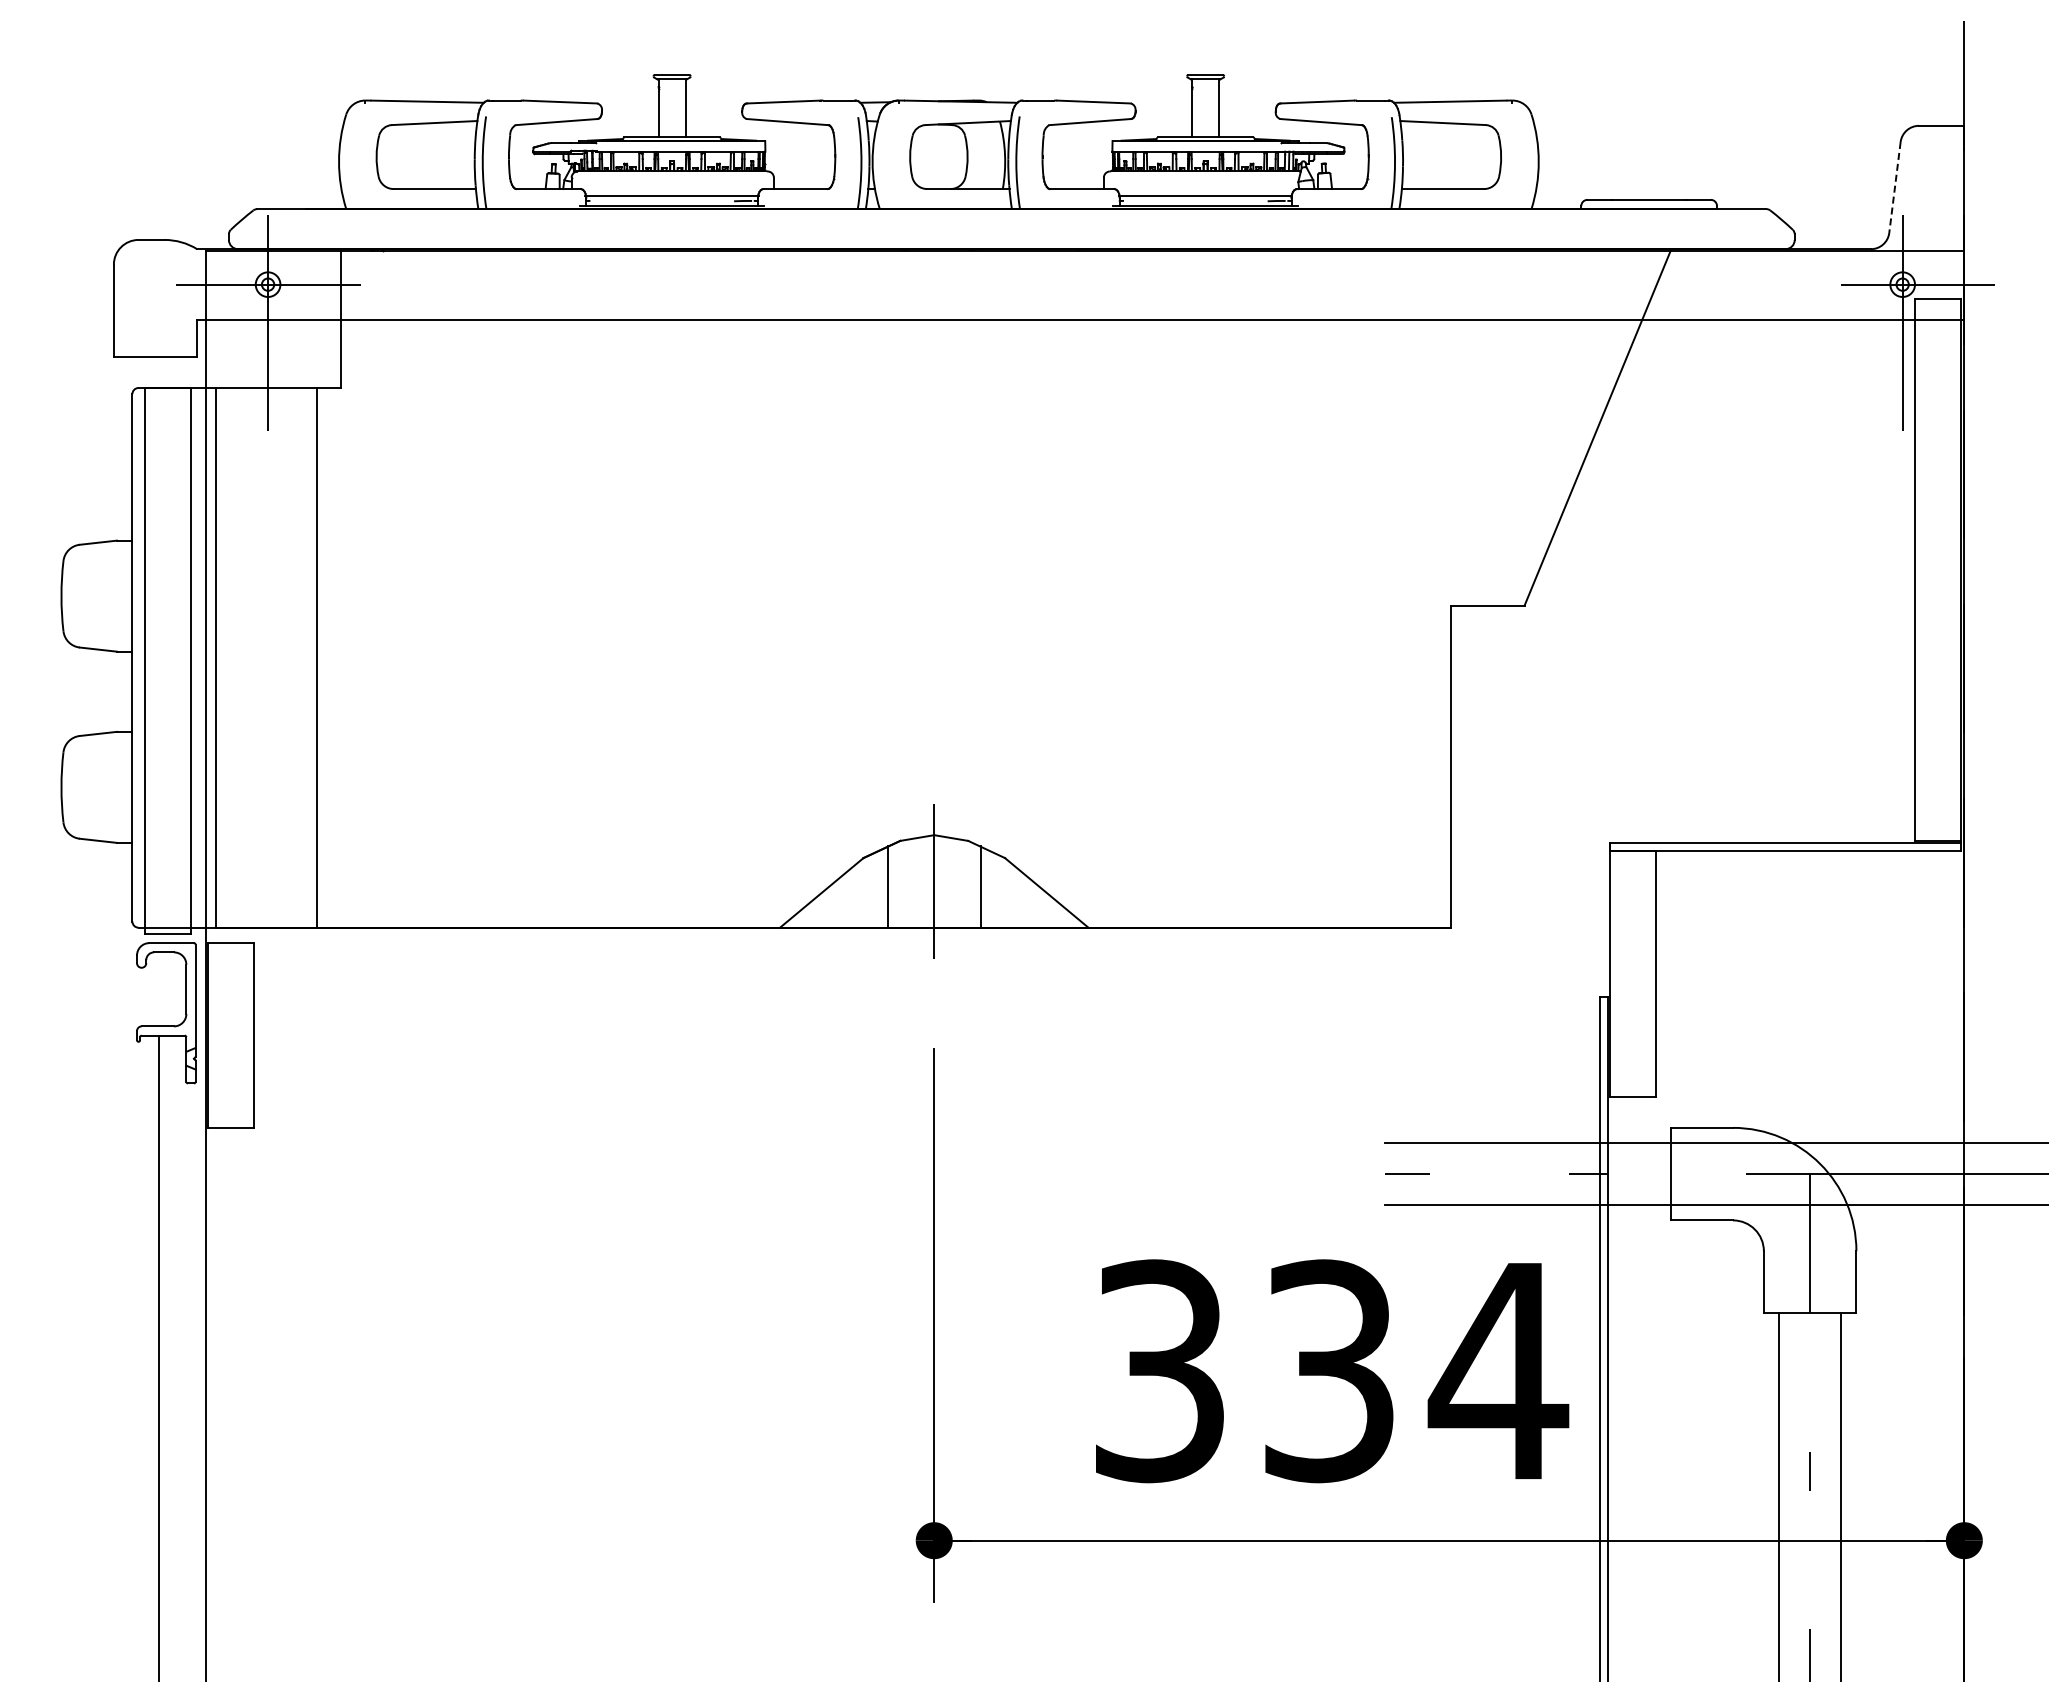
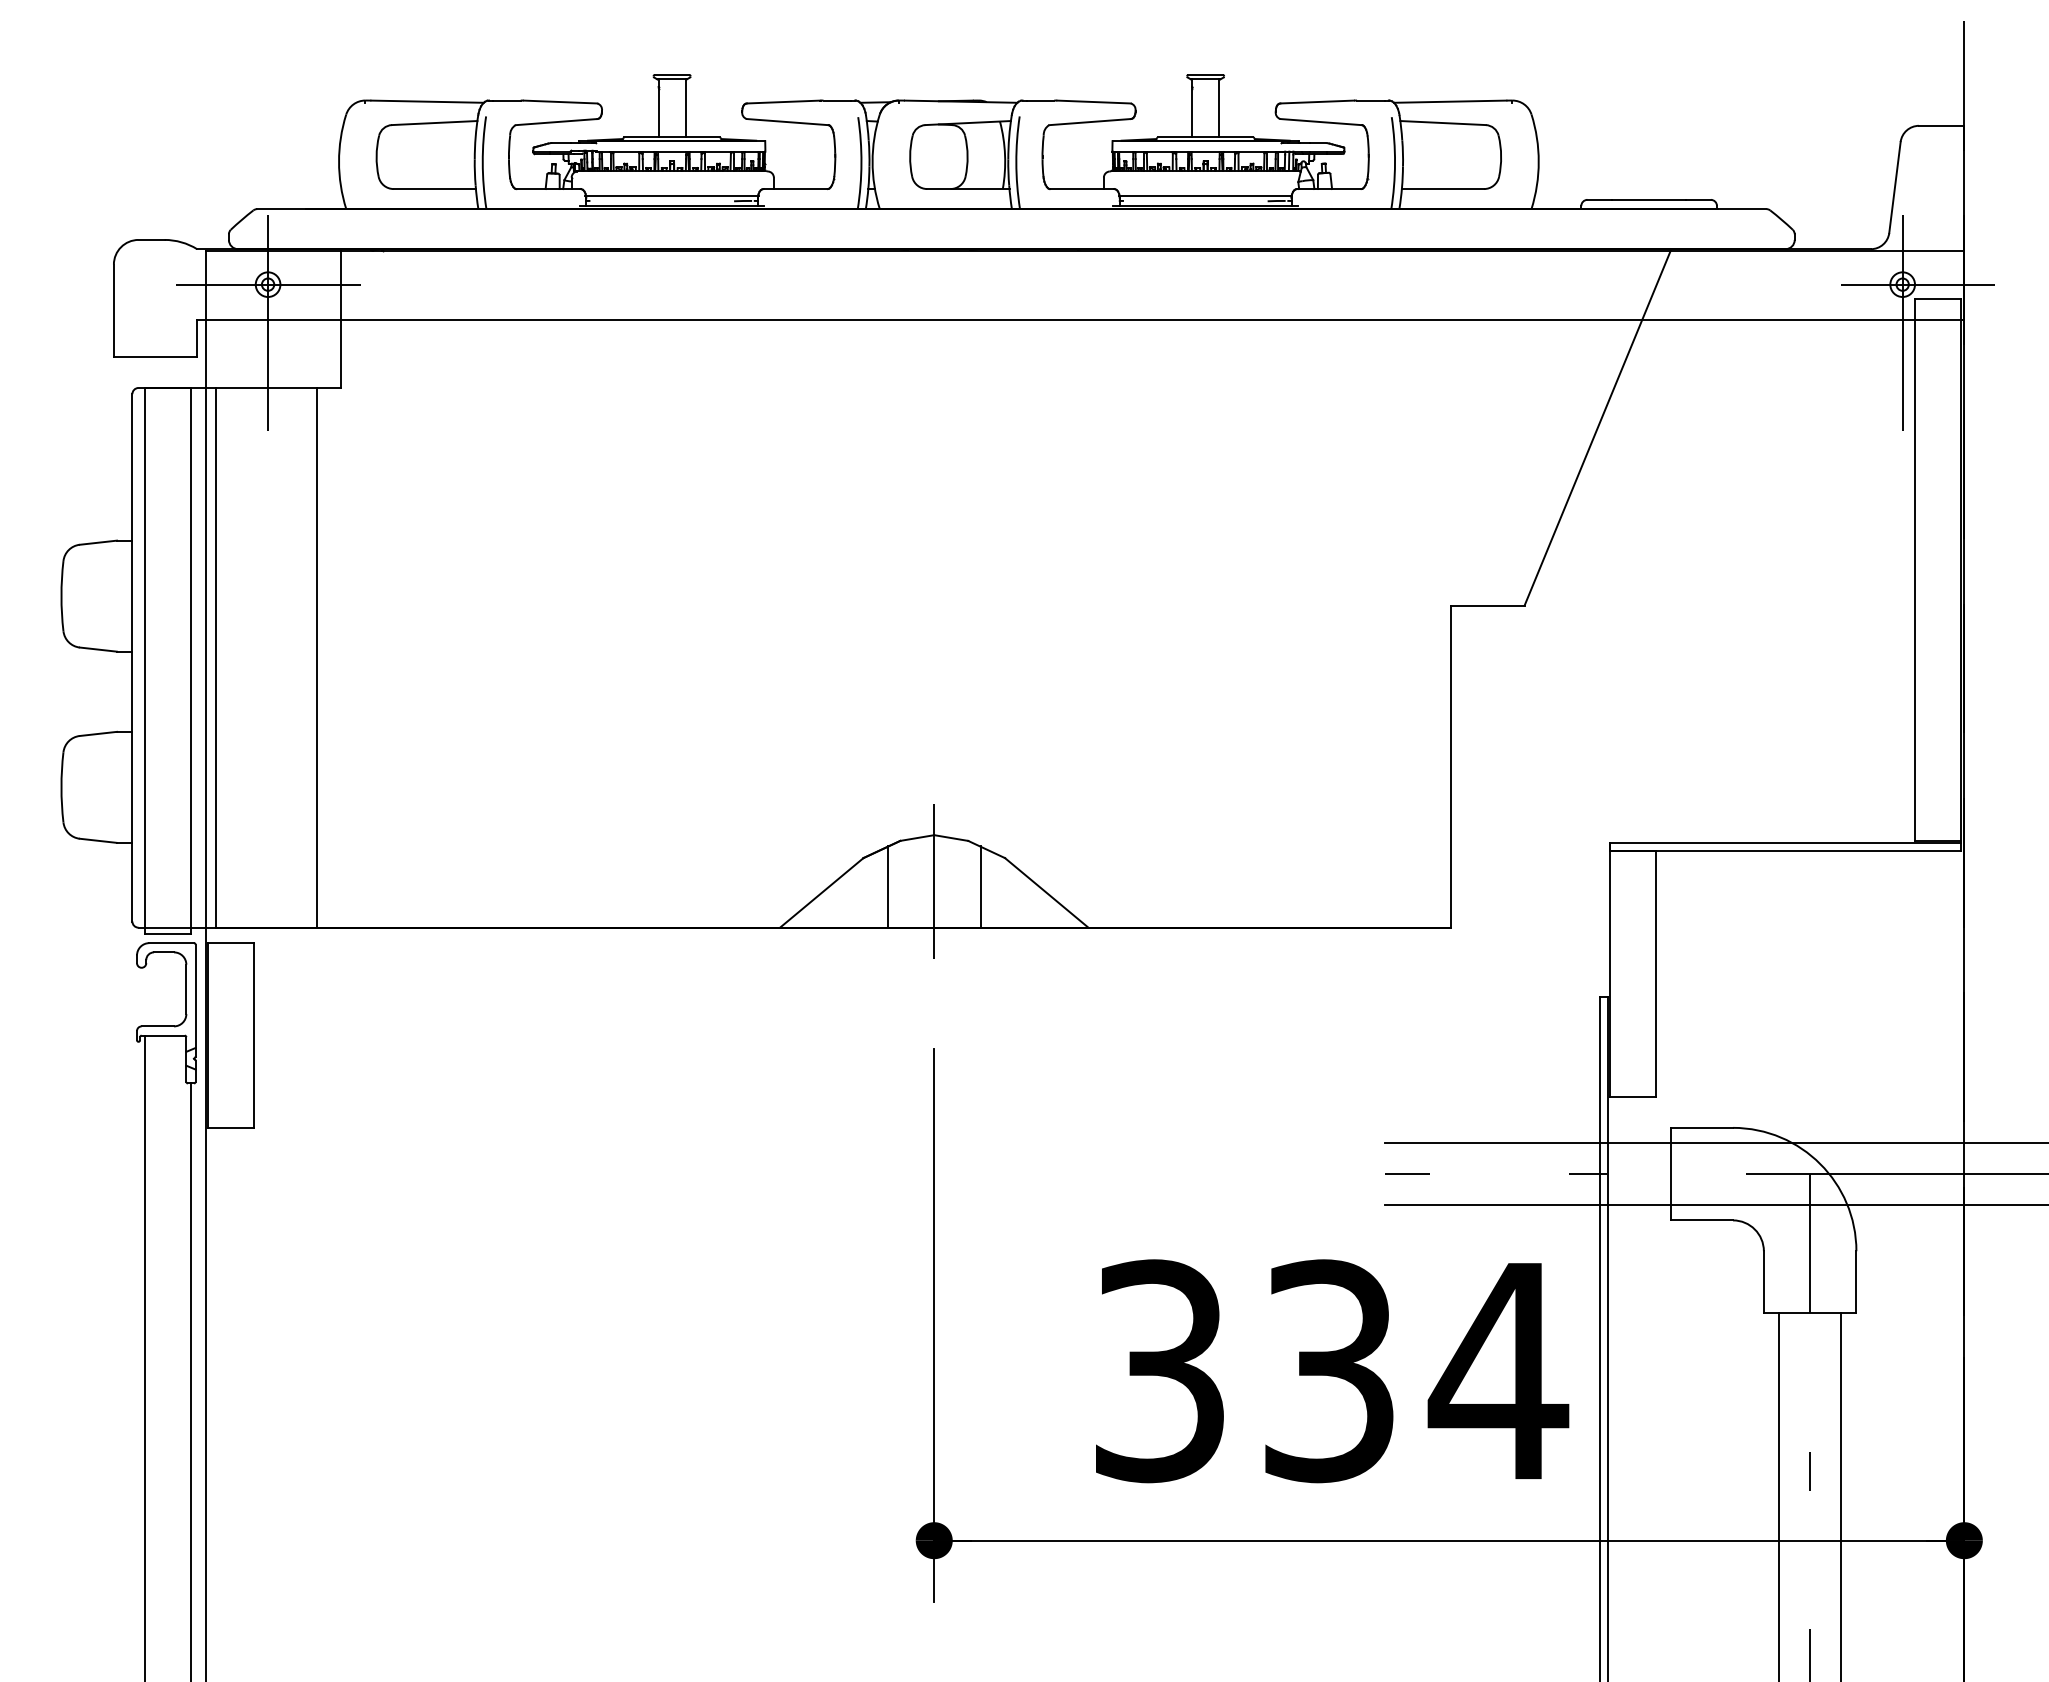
line at (1894, 187): dashed -> solid
line at (158, 1356) position: (158, 1356) -> (144, 1356)
line at (191, 1380): none -> present
